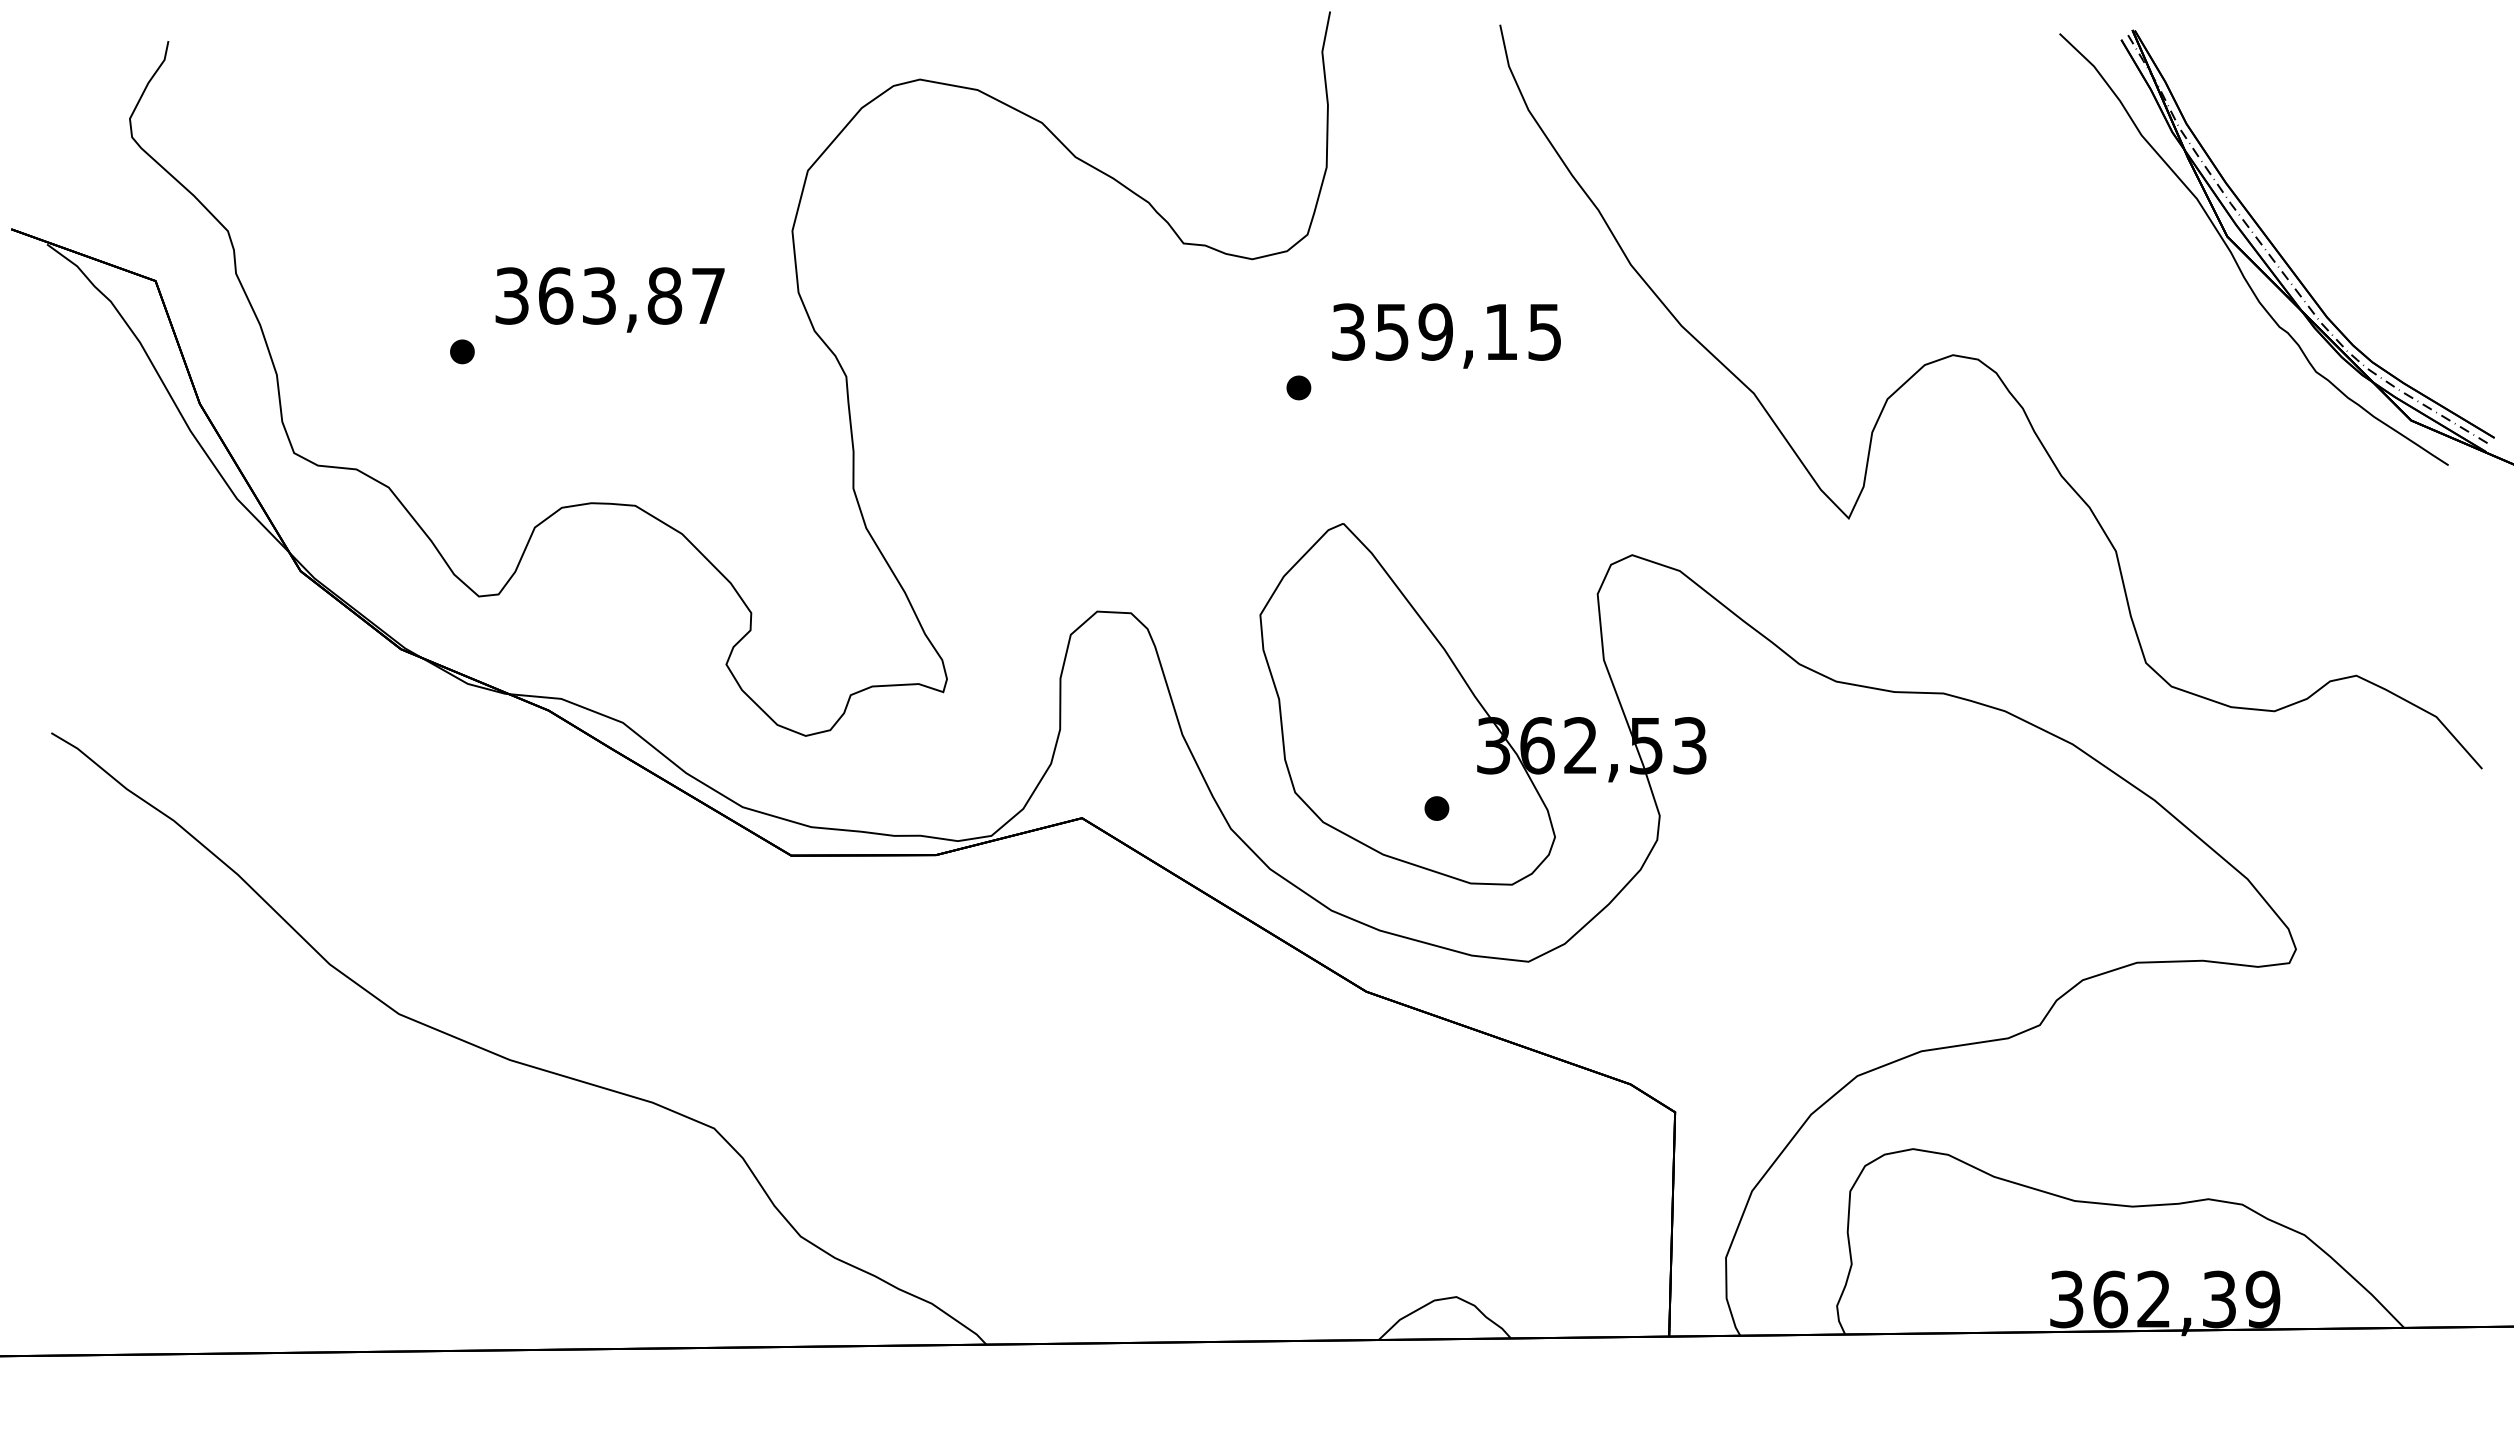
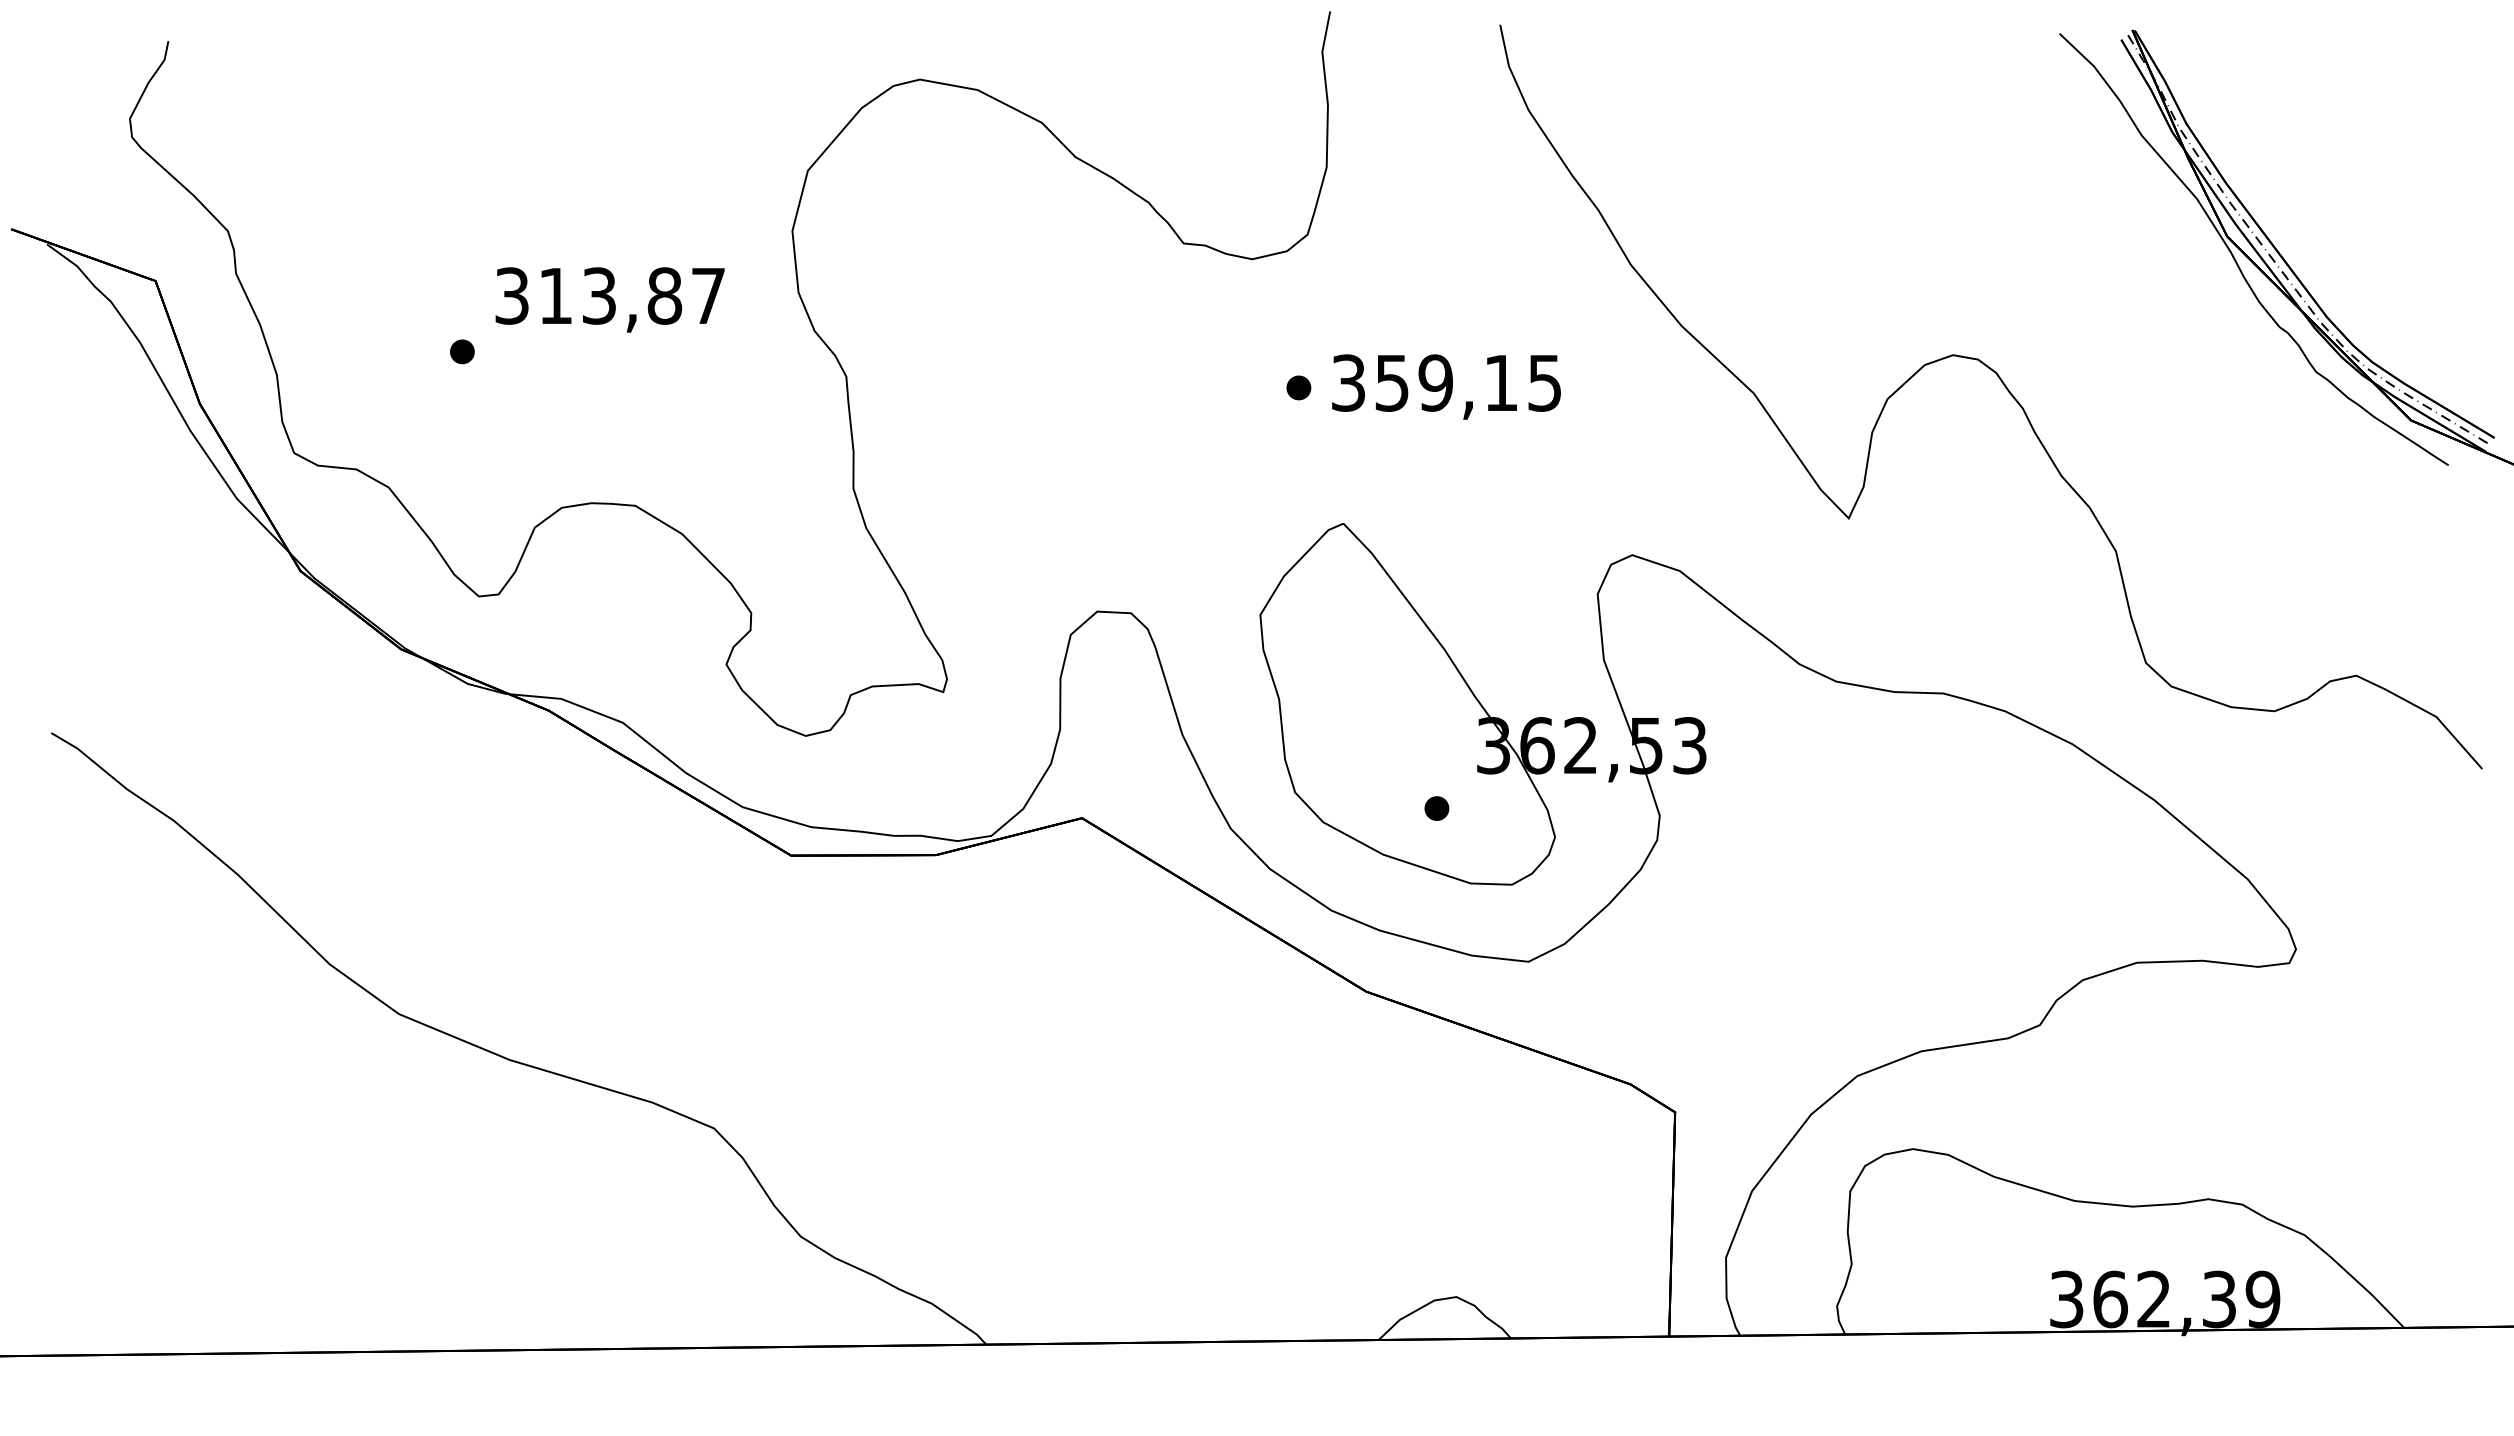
text at (556, 295): 363,87 -> 313,87
text at (1446, 335) position: (1446, 335) -> (1446, 386)
